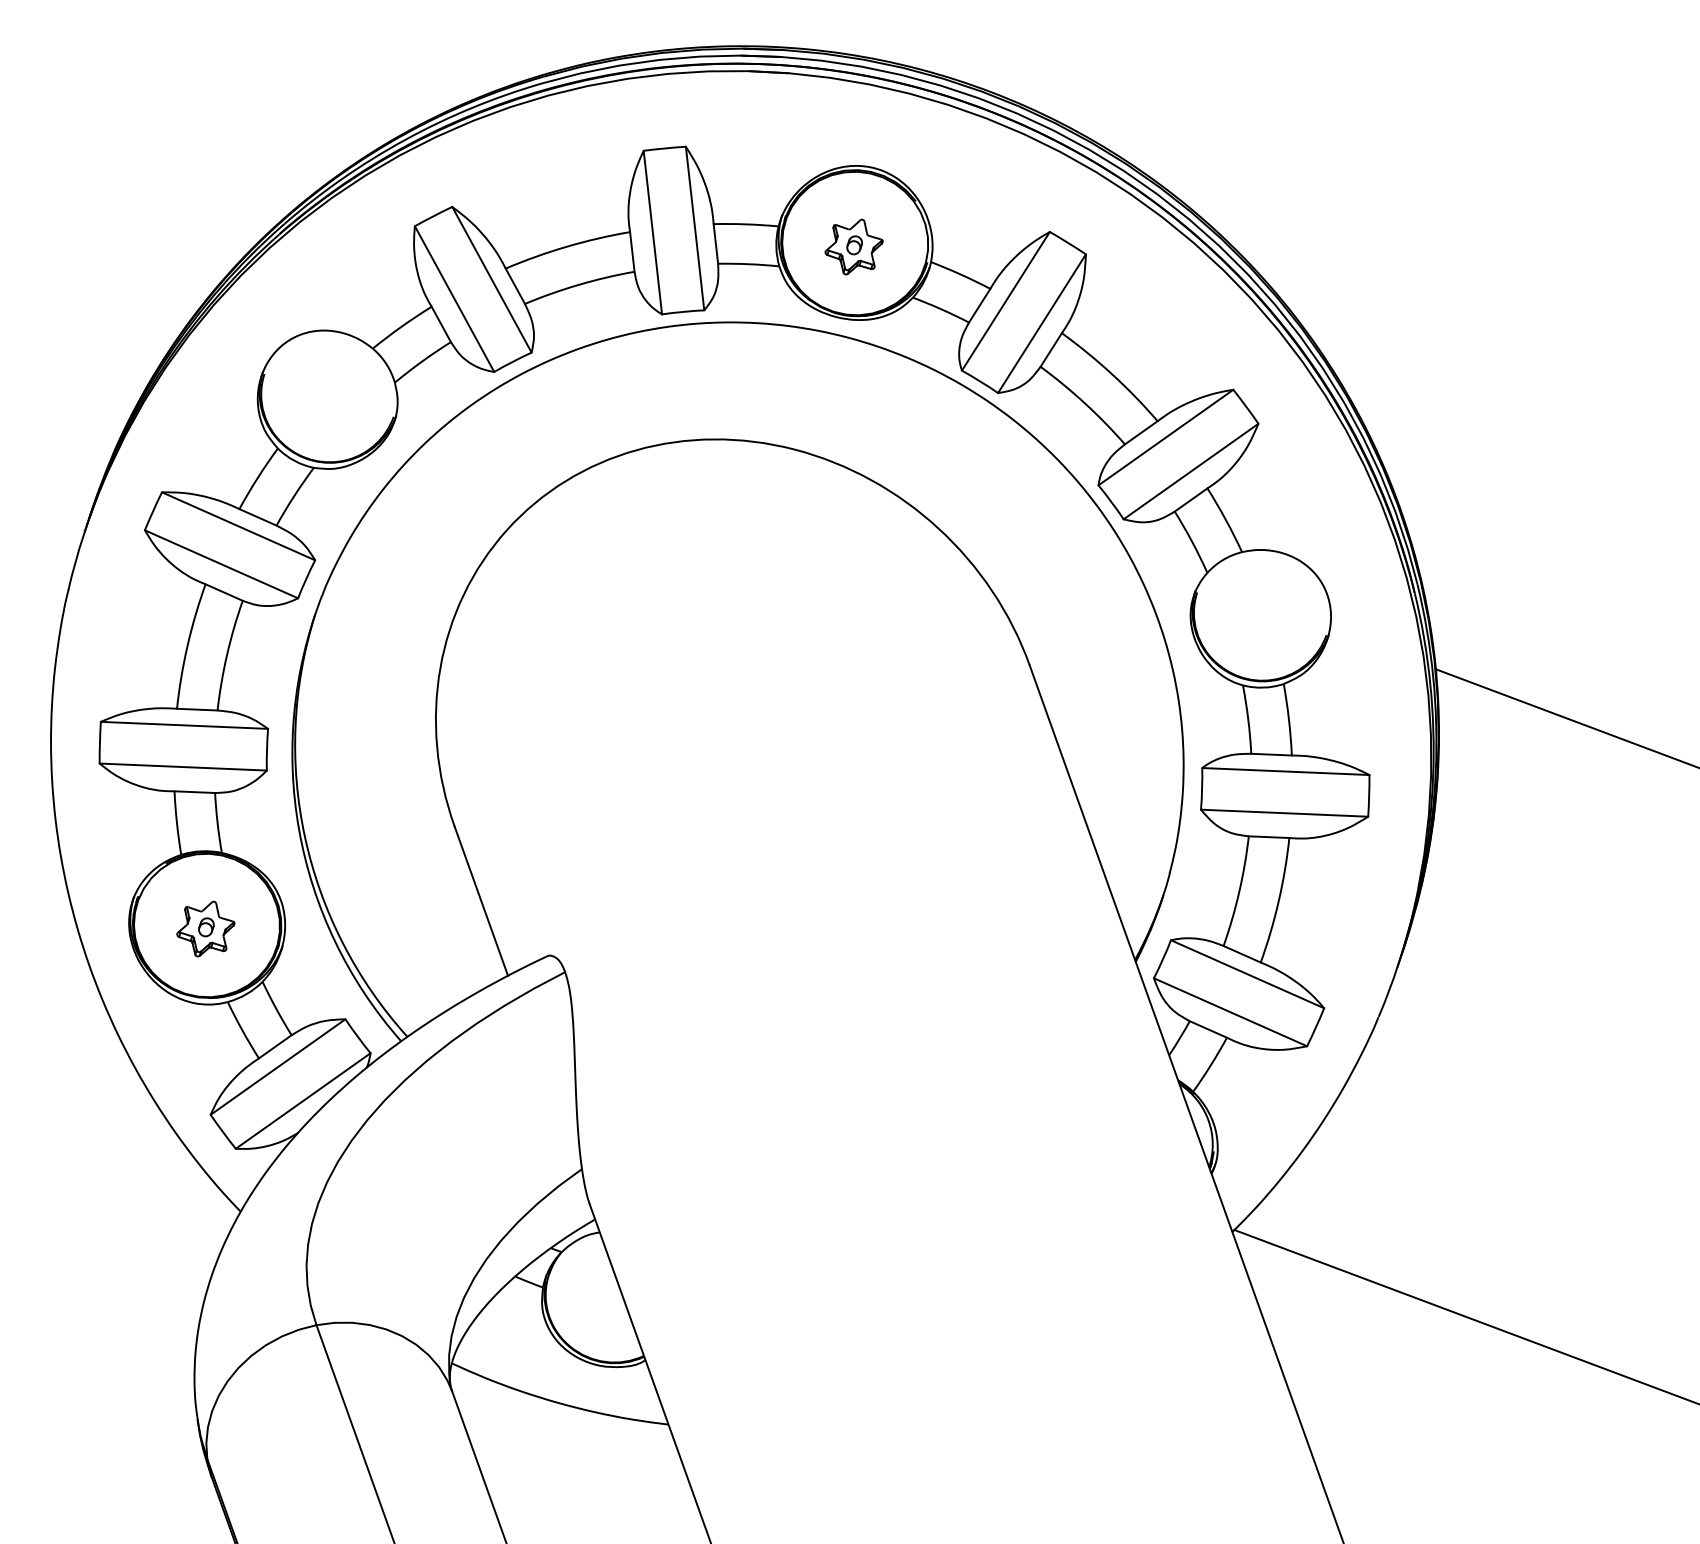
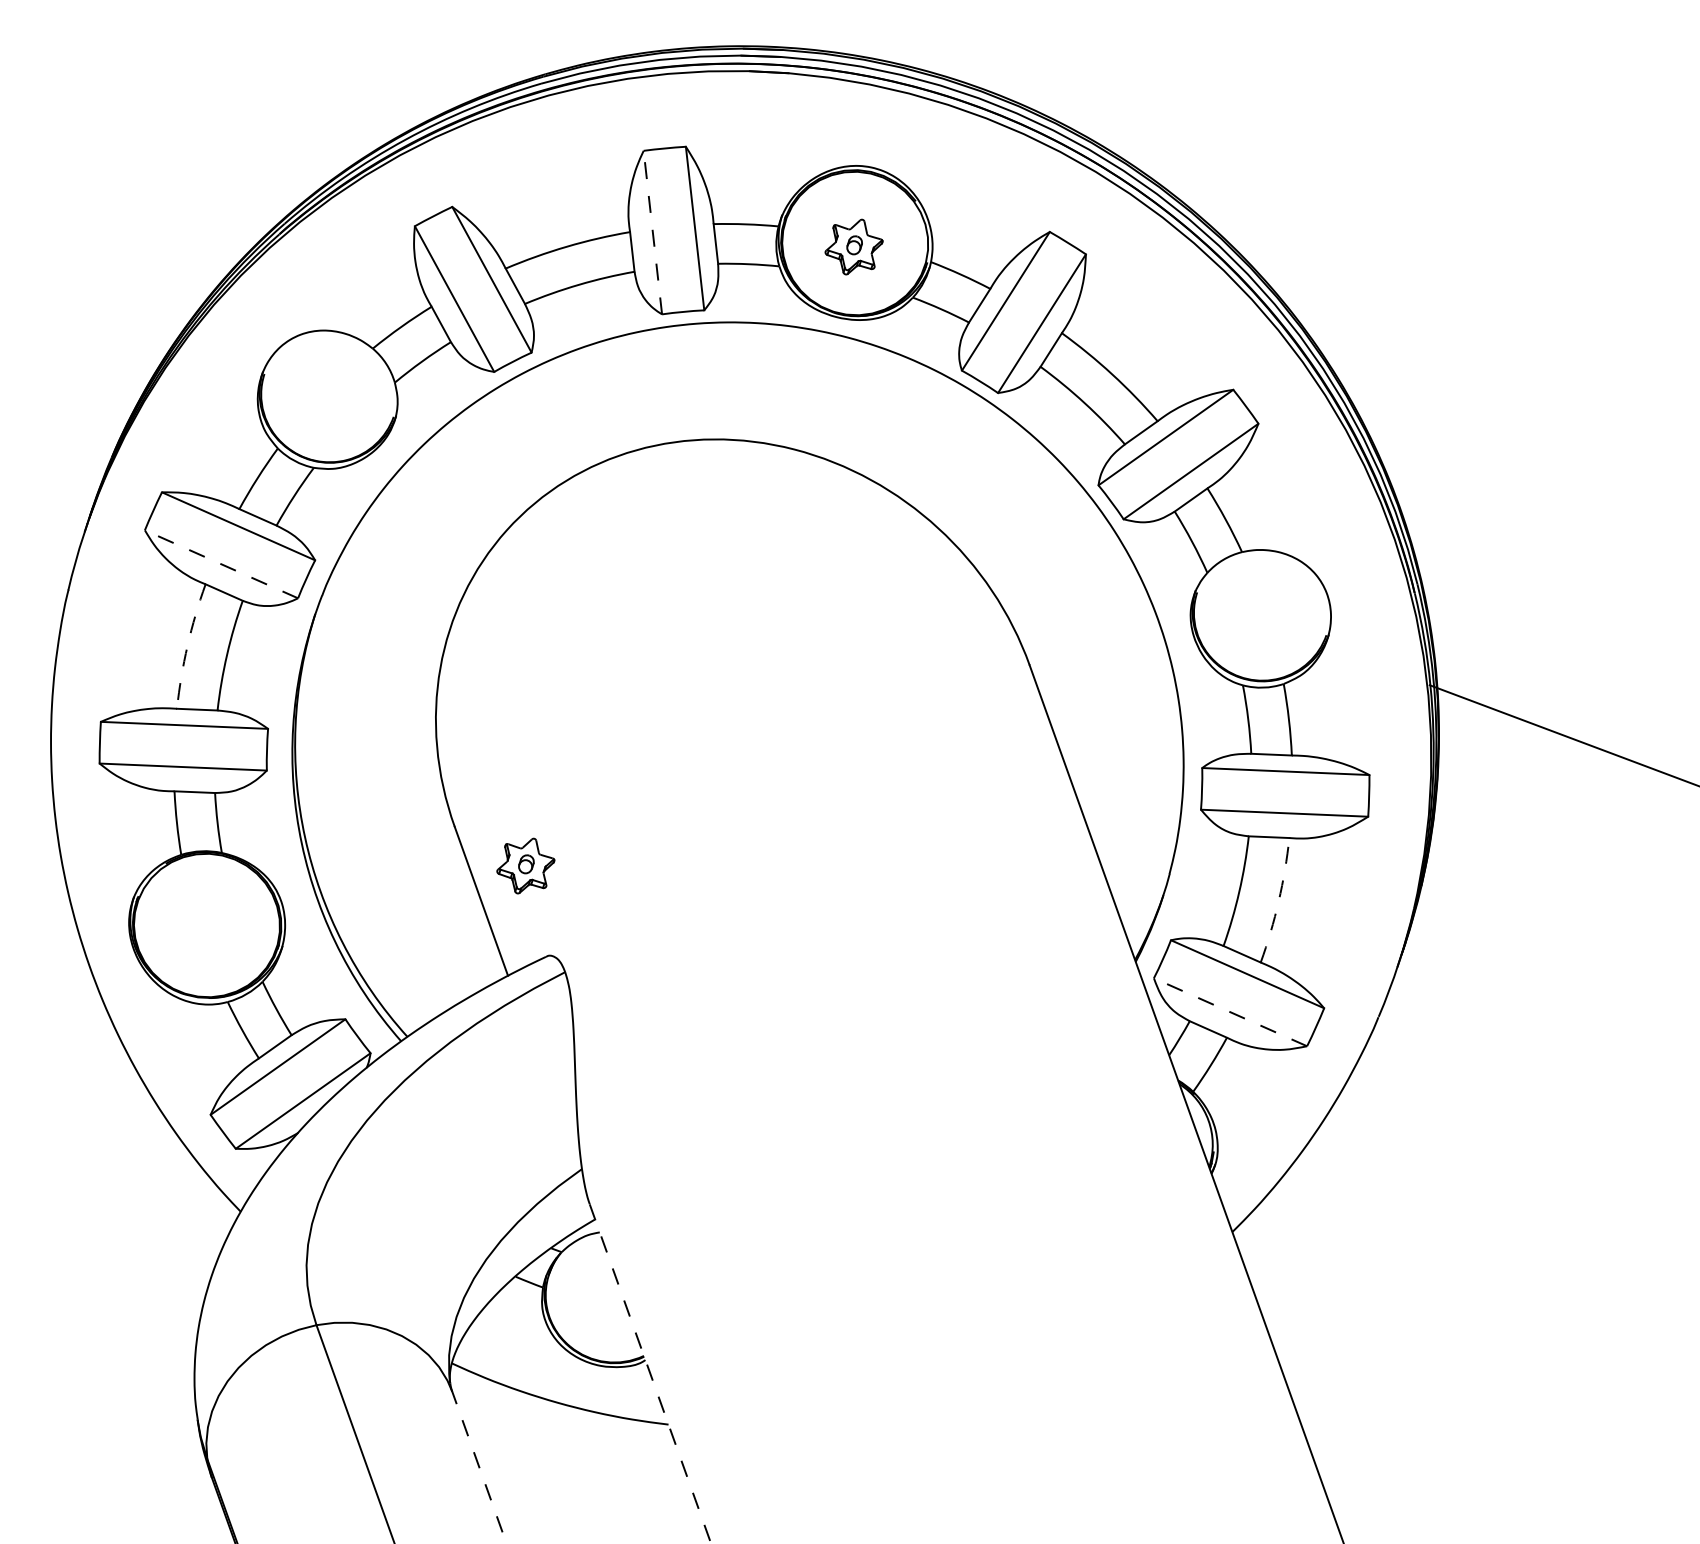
line at (652, 232): solid -> dashed
line at (221, 564): solid -> dashed
arc at (187, 645): solid -> dashed
line at (1565, 717) position: (1565, 717) -> (1562, 735)
arc at (1278, 901): solid -> dashed
part at (205, 928) position: (205, 928) -> (525, 865)
line at (1230, 1012): solid -> dashed
line at (1465, 1316): present -> none
line at (650, 1373): solid -> dashed
line at (479, 1467): solid -> dashed
